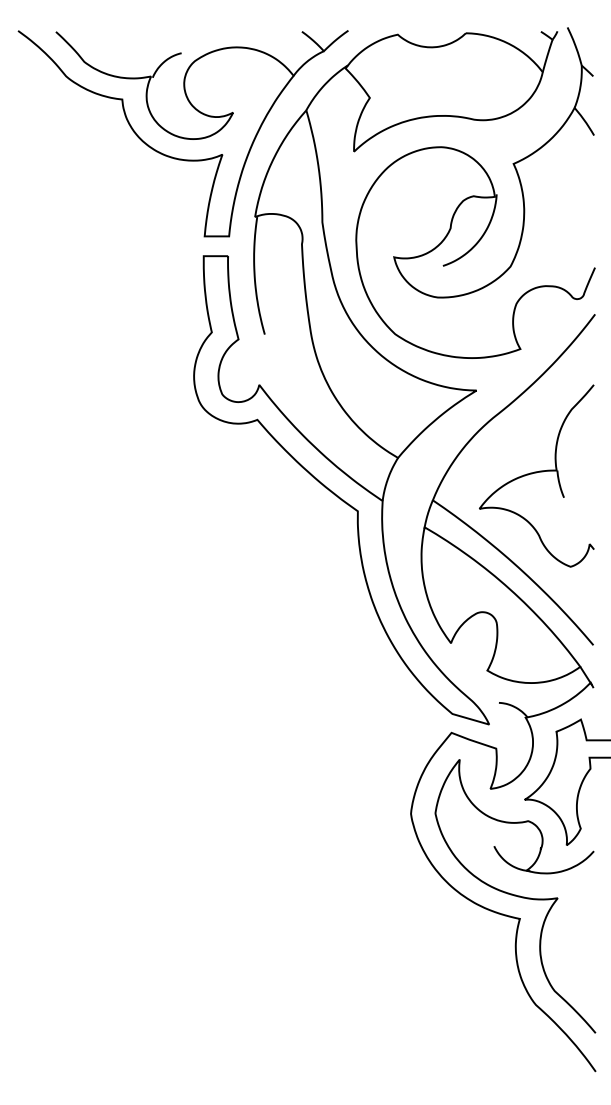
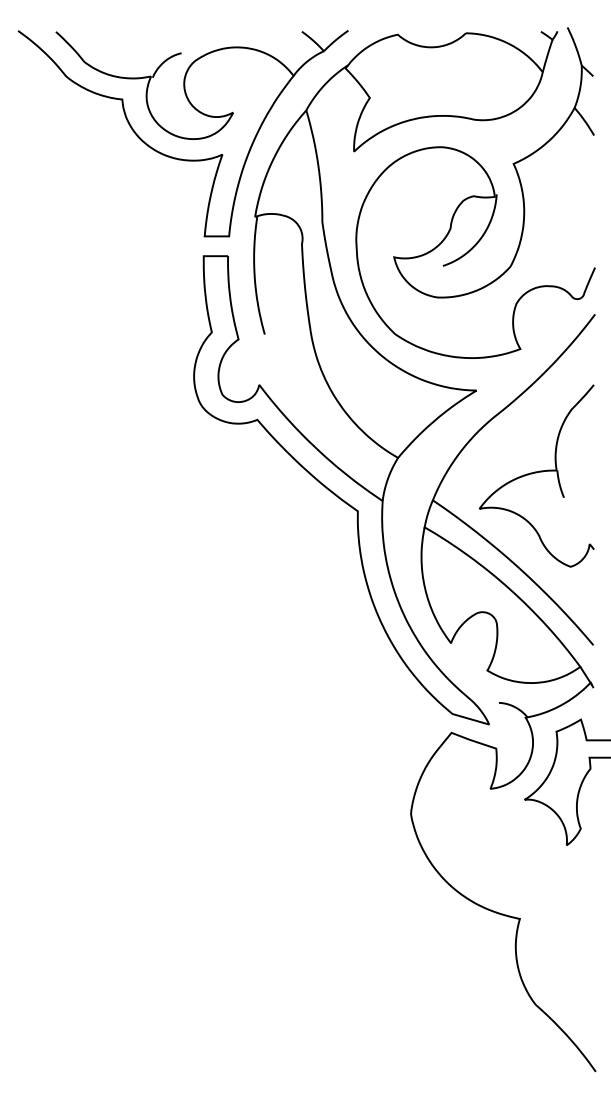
part at (515, 896): present -> none
